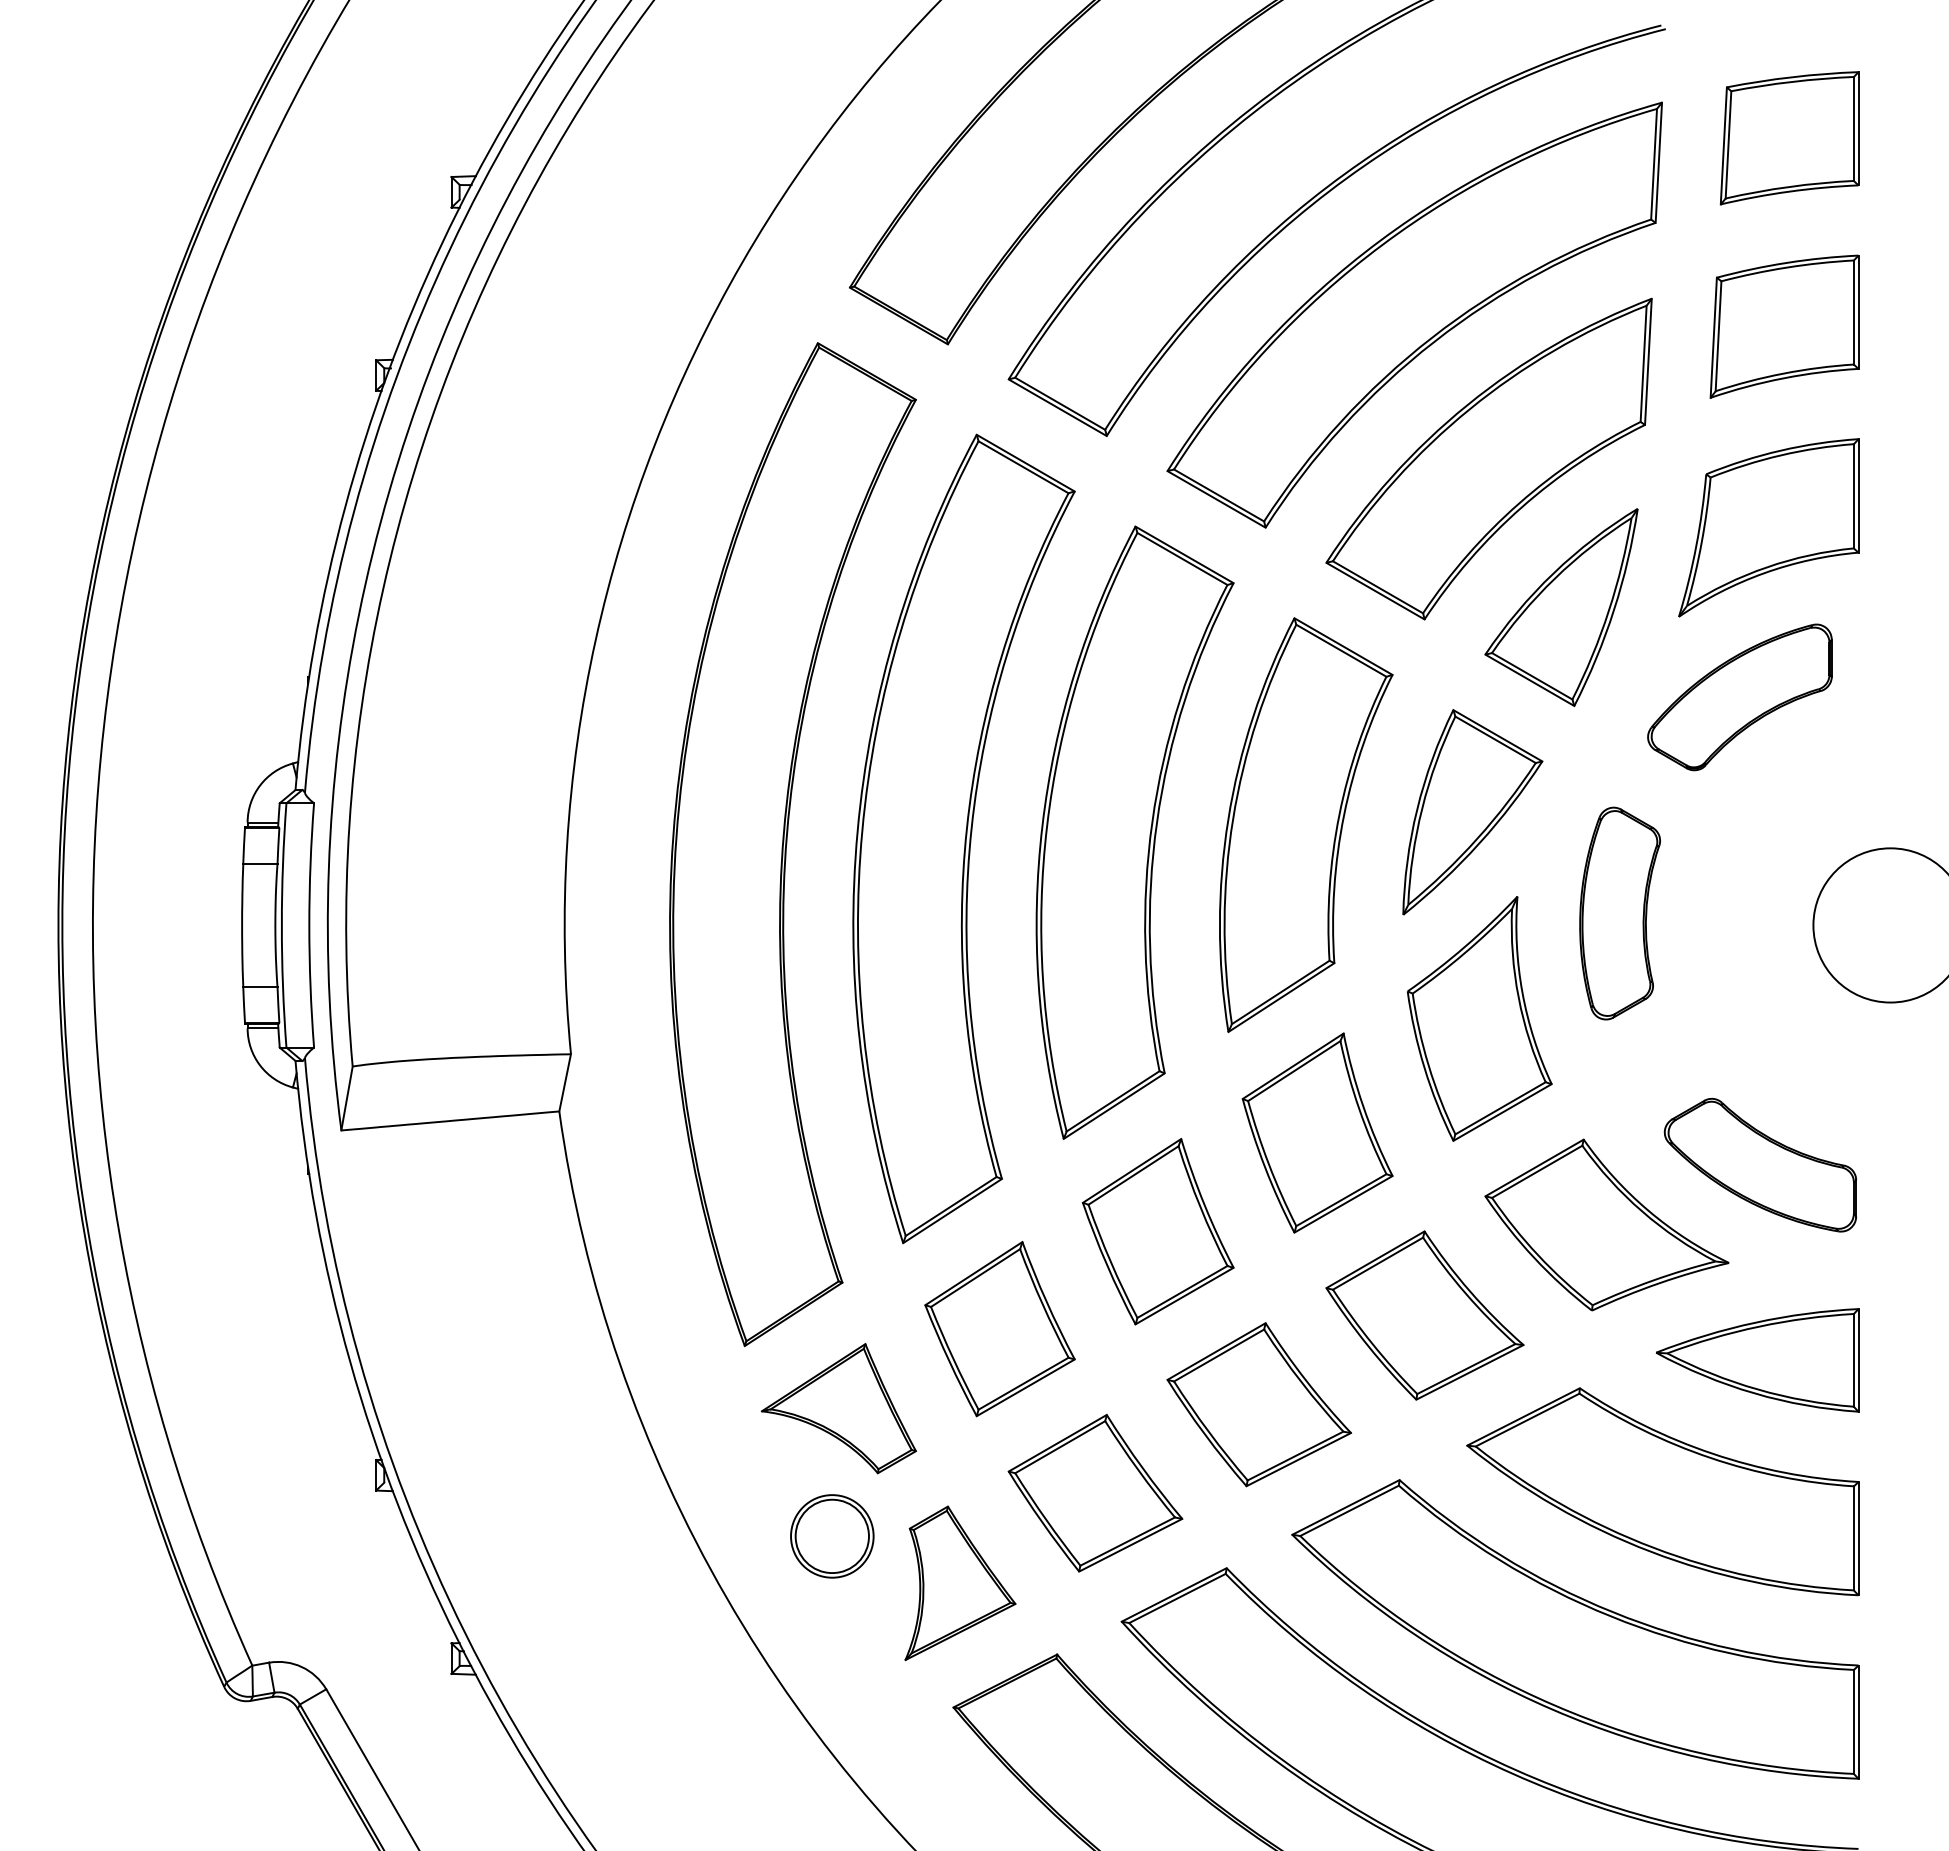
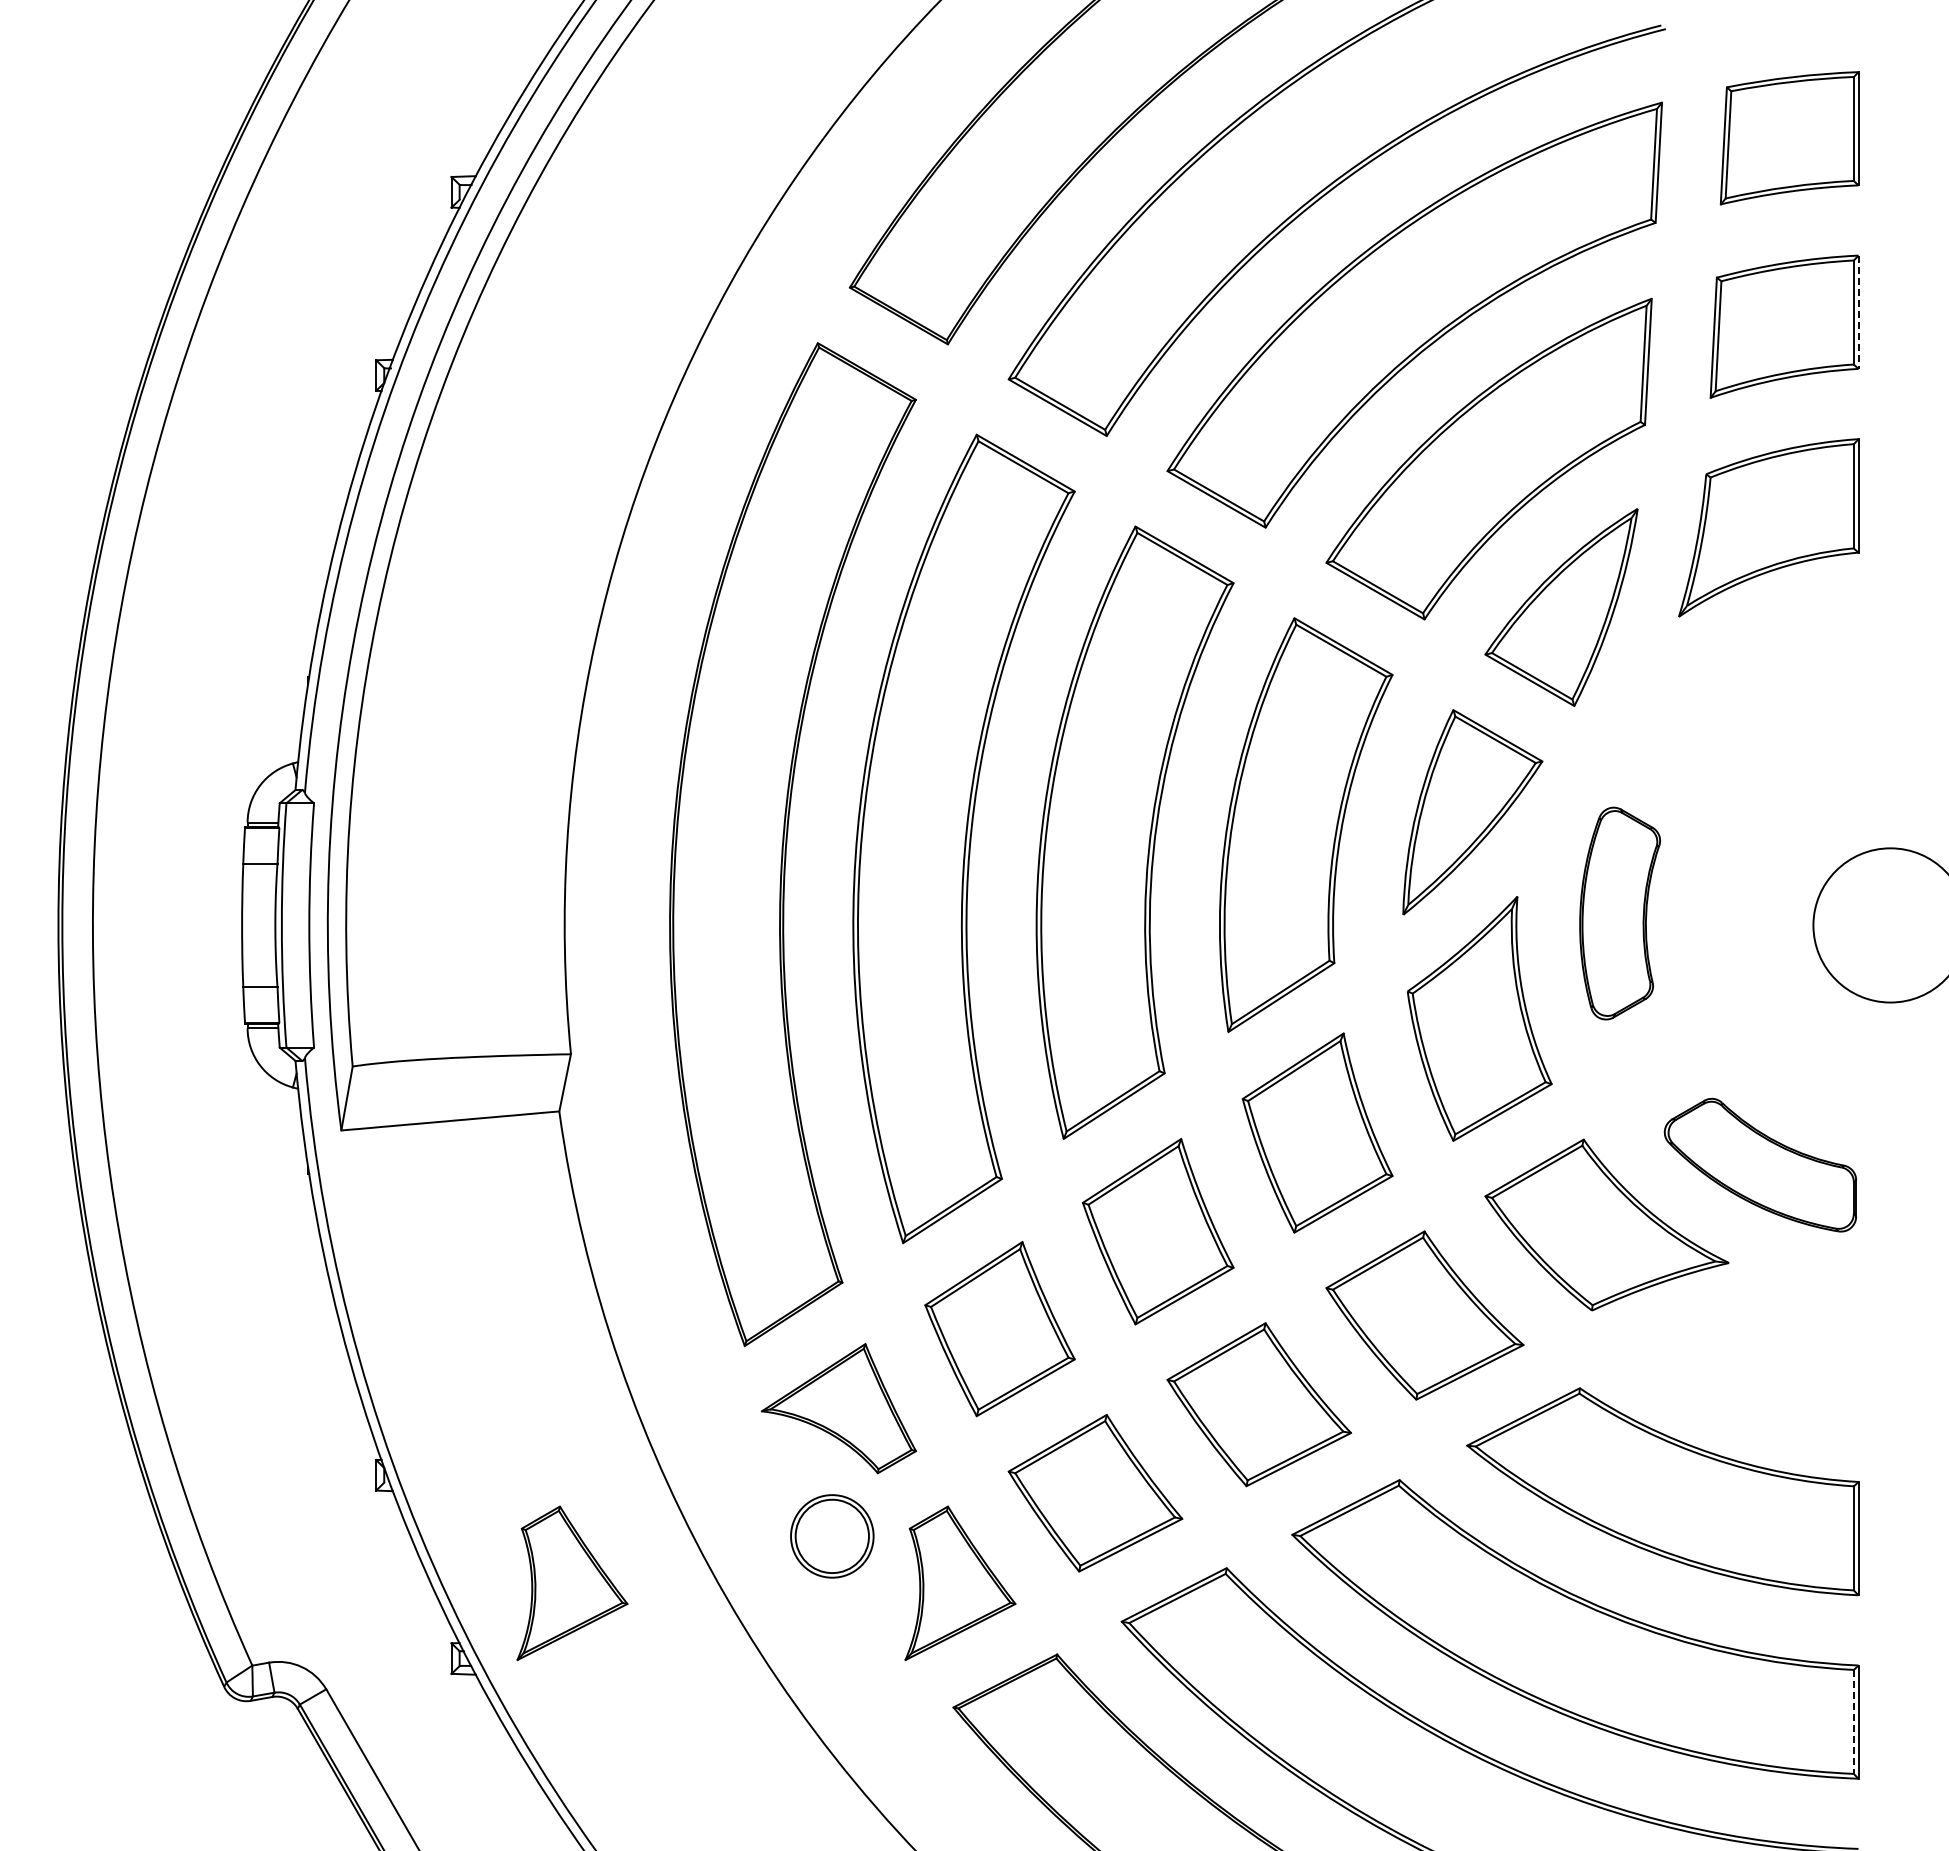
line at (1858, 312): solid -> dashed
part at (1739, 697): present -> none
part at (1757, 1360): present -> none
part at (572, 1583): none -> present
line at (1853, 1721): solid -> dashed
